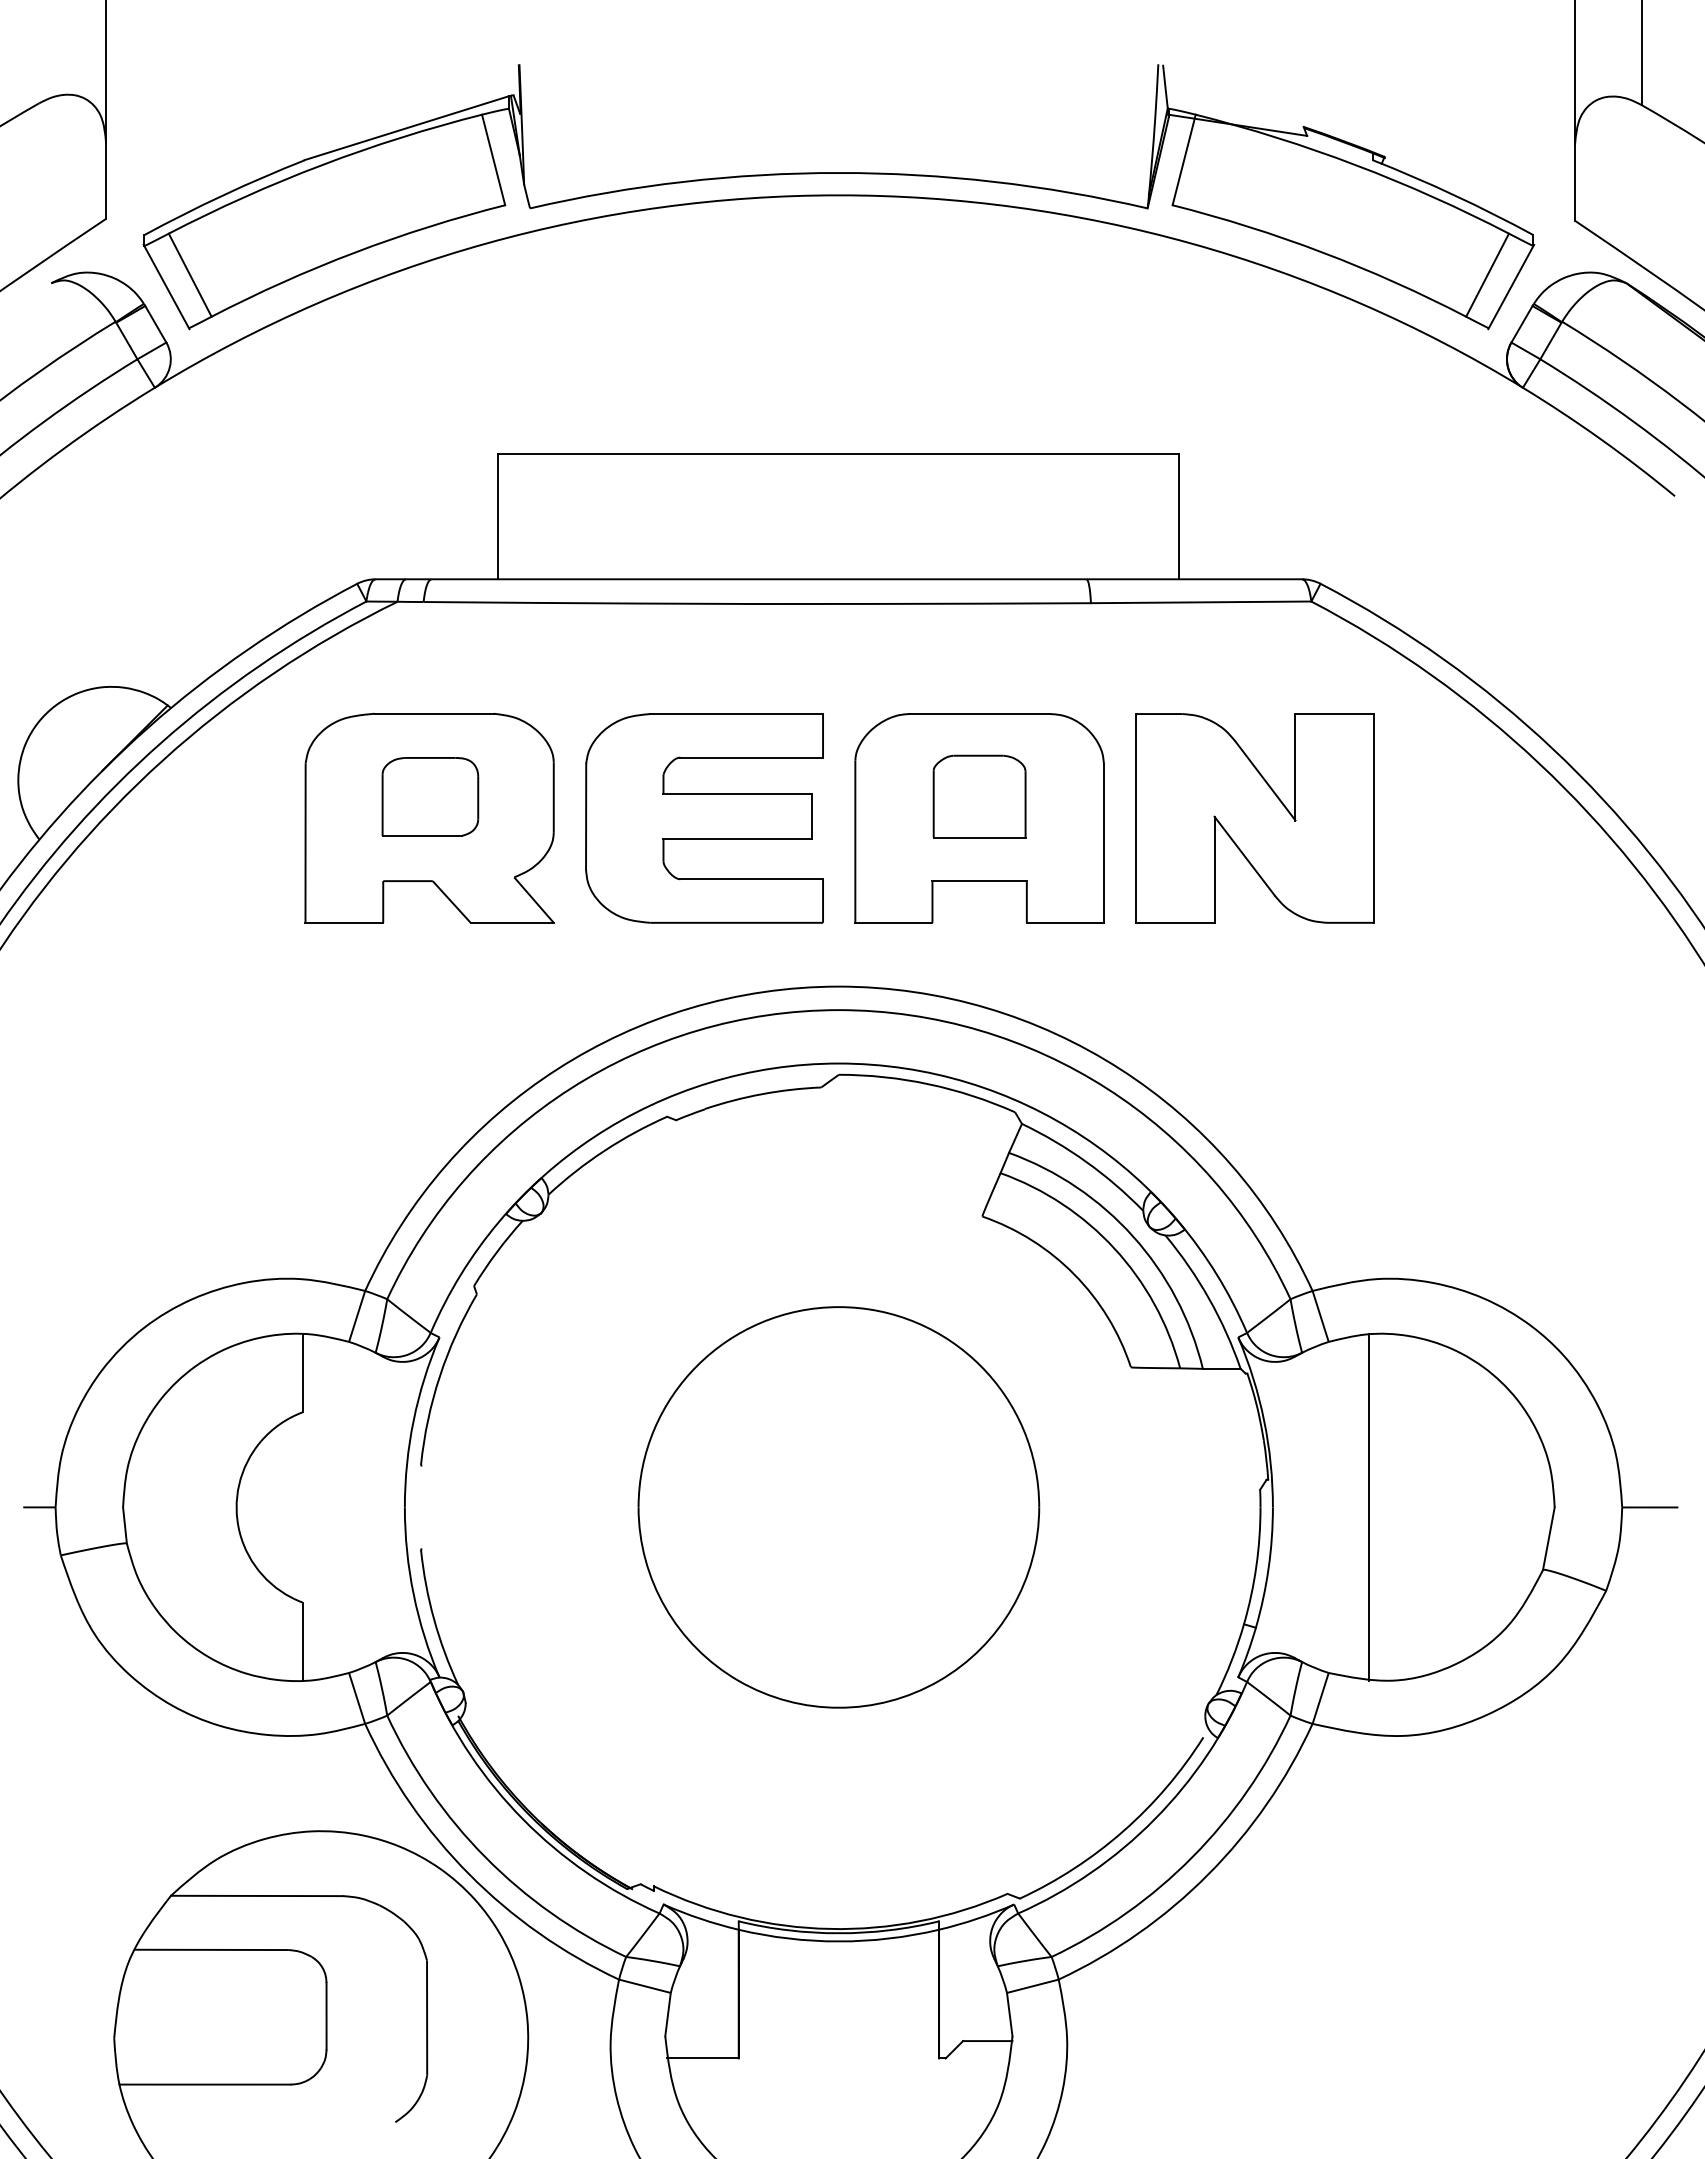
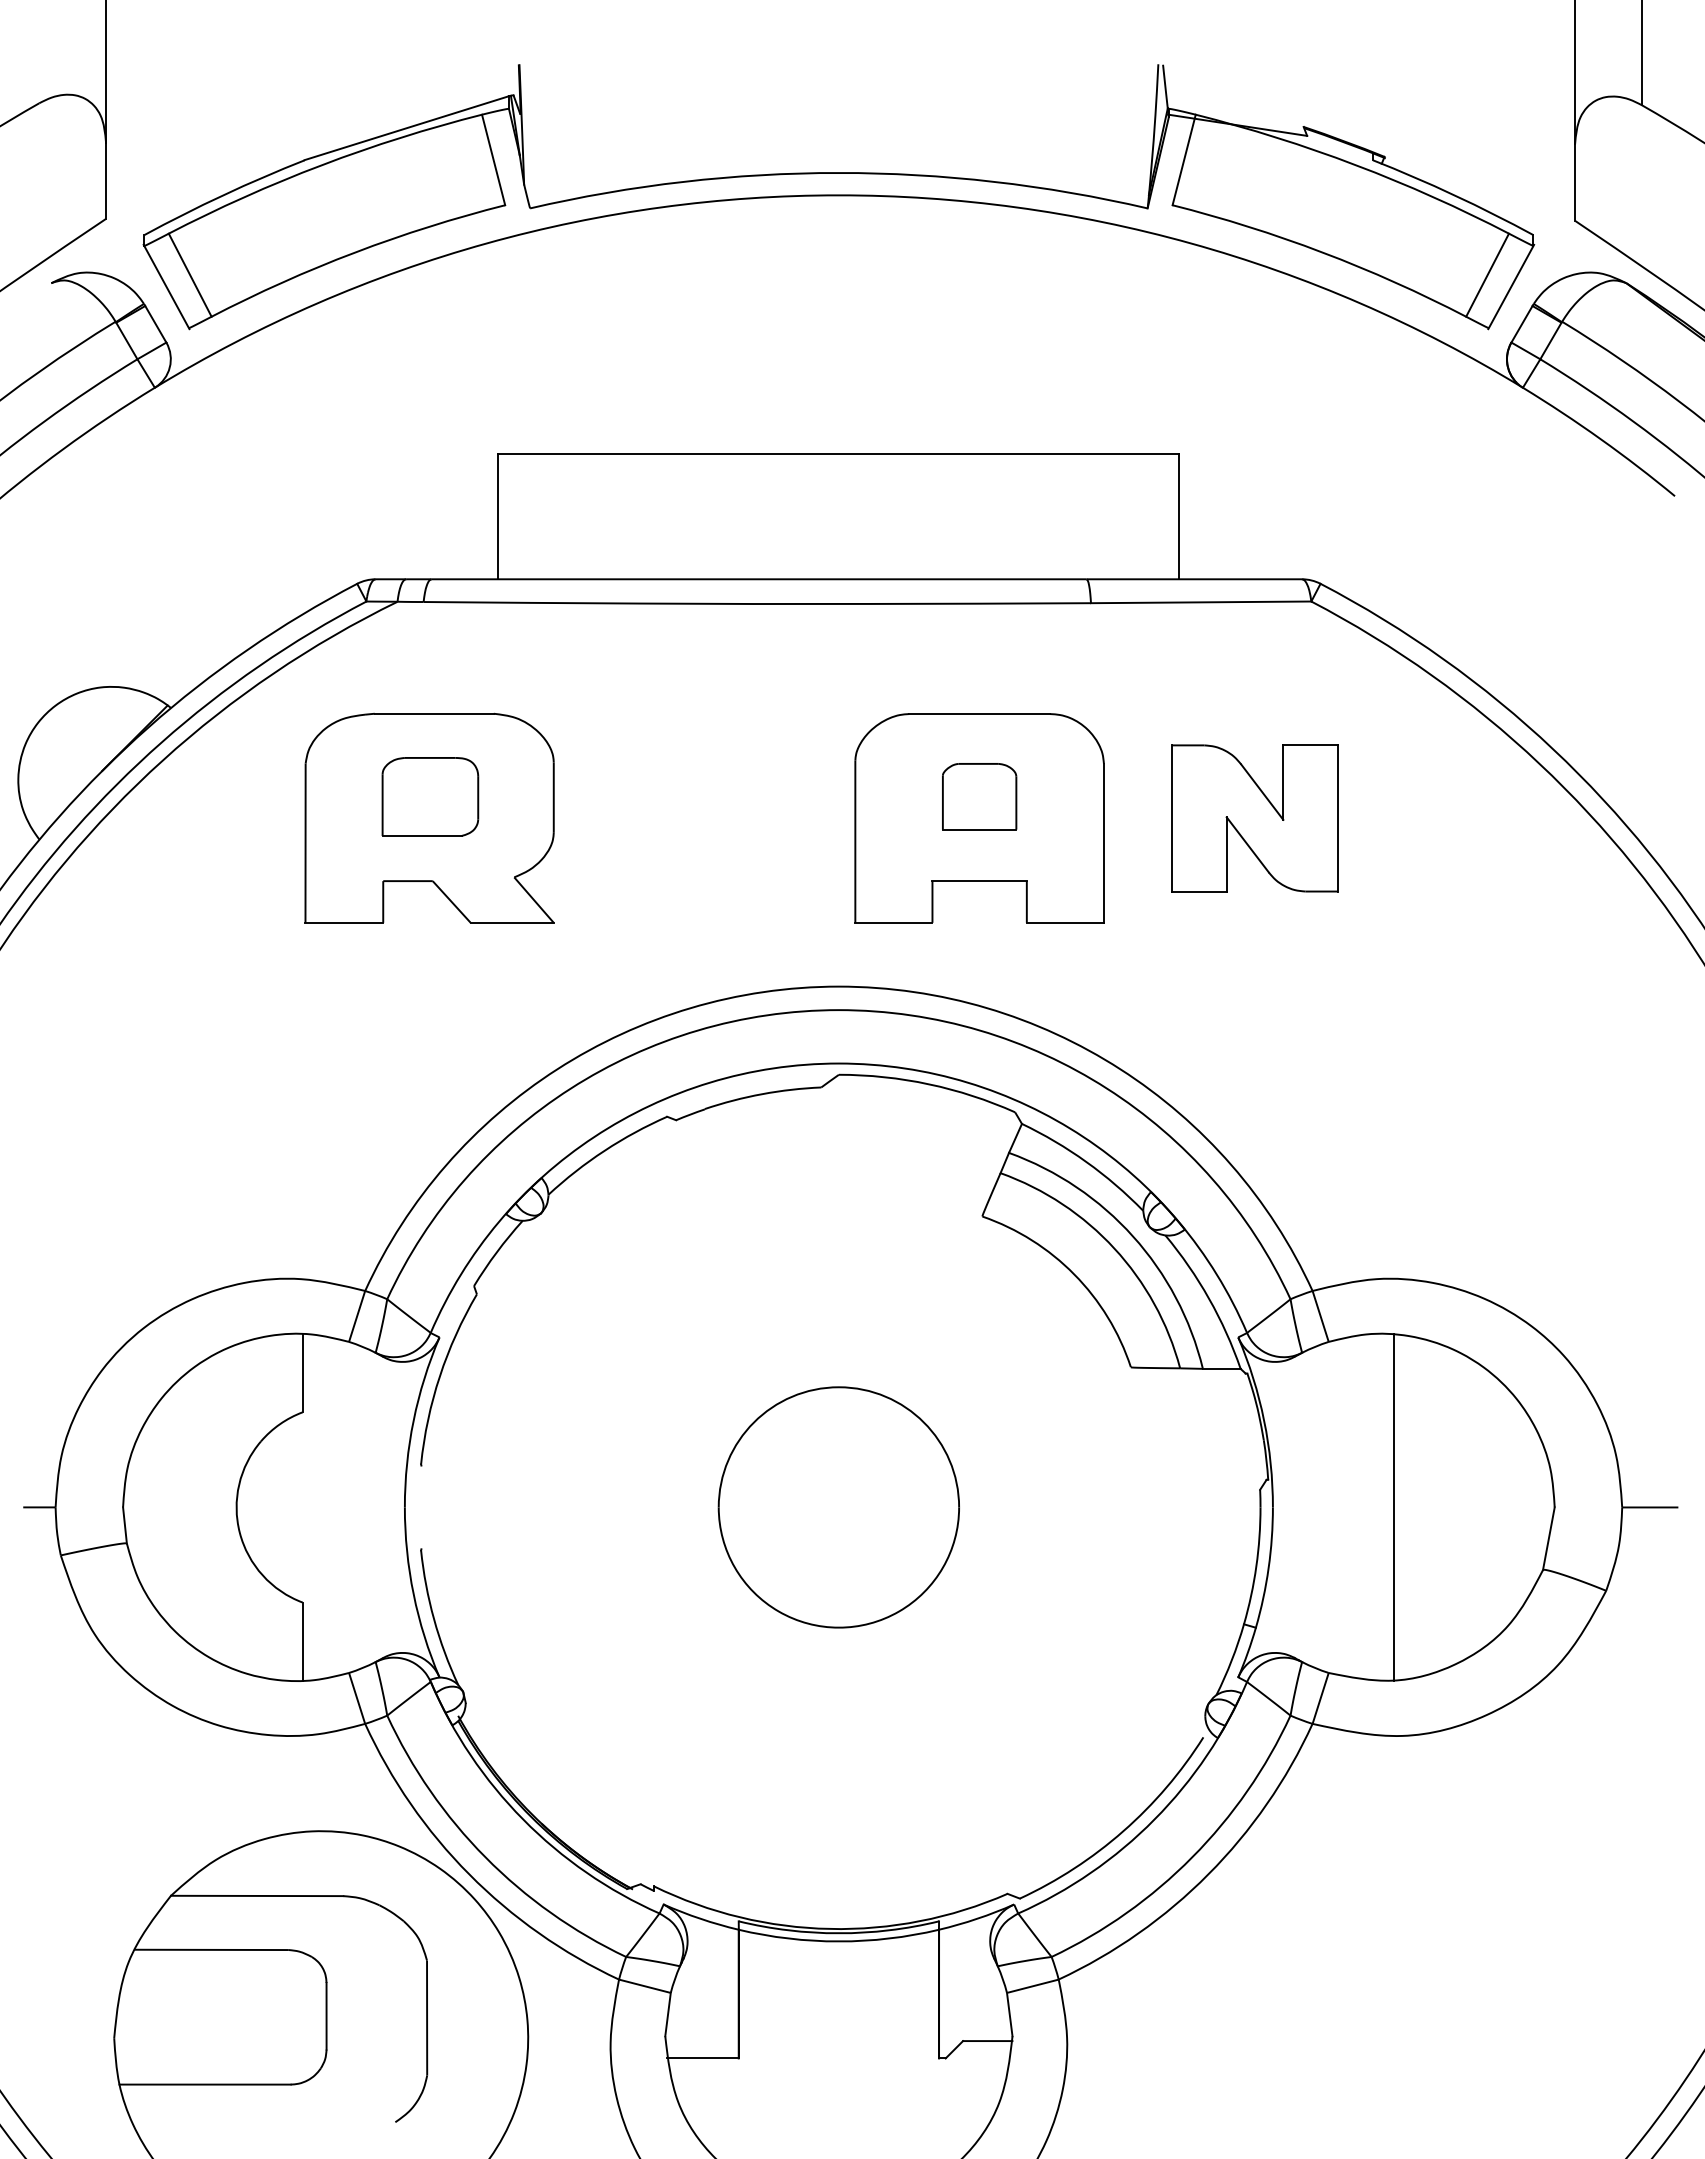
part at (979, 796) size: 95x85 px -> 76x68 px
part at (704, 818): present -> none
part at (1254, 818) size: 240x211 px -> 168x149 px
part at (838, 1507) size: 404x403 px -> 243x243 px
line at (1368, 1507) position: (1368, 1507) -> (1393, 1507)
